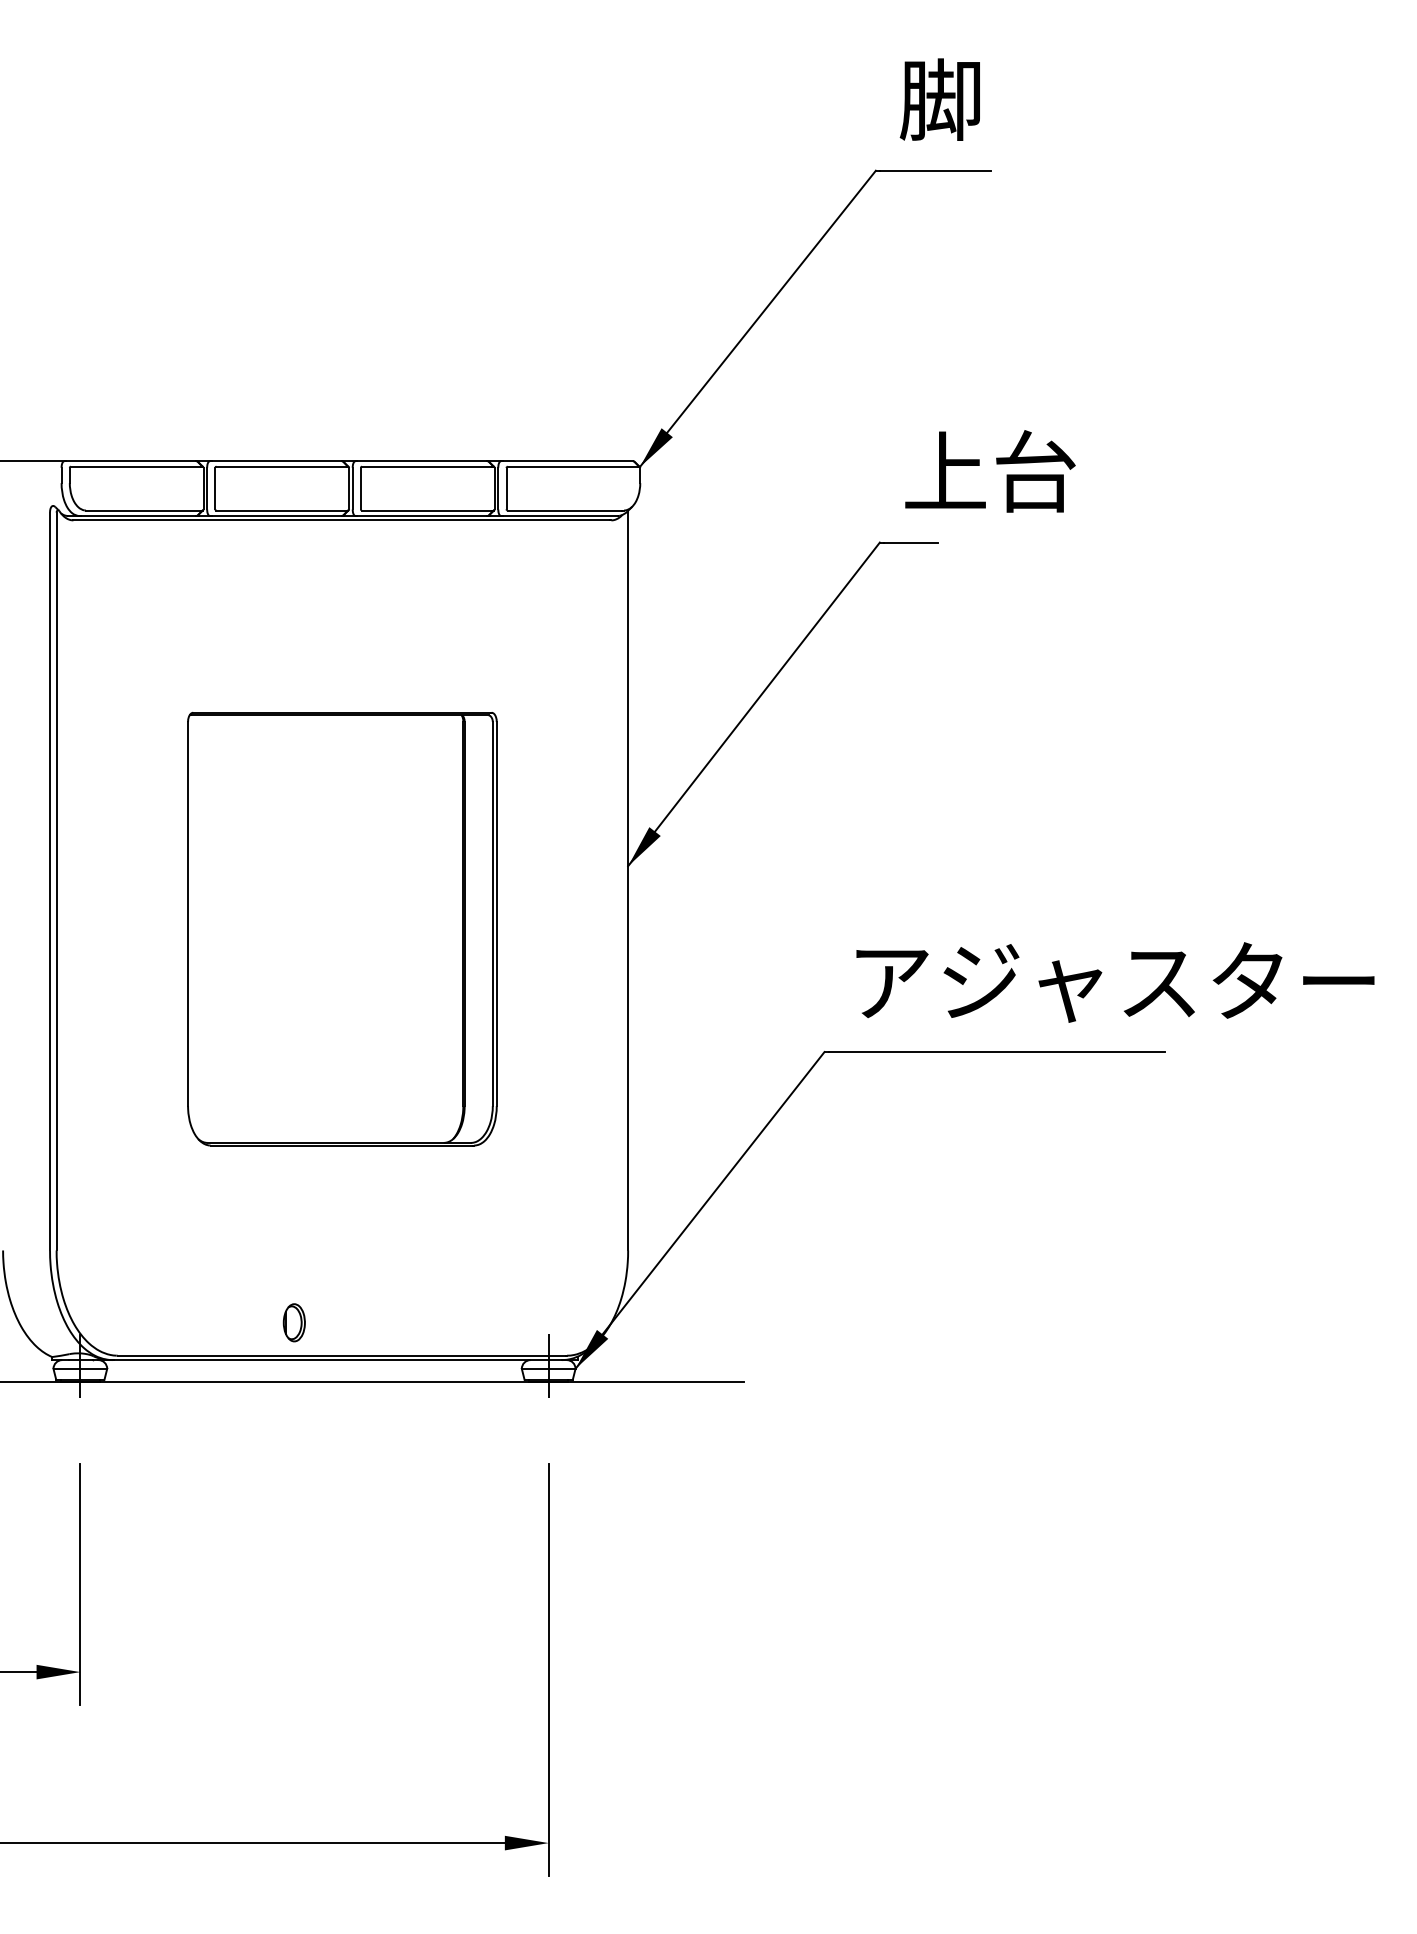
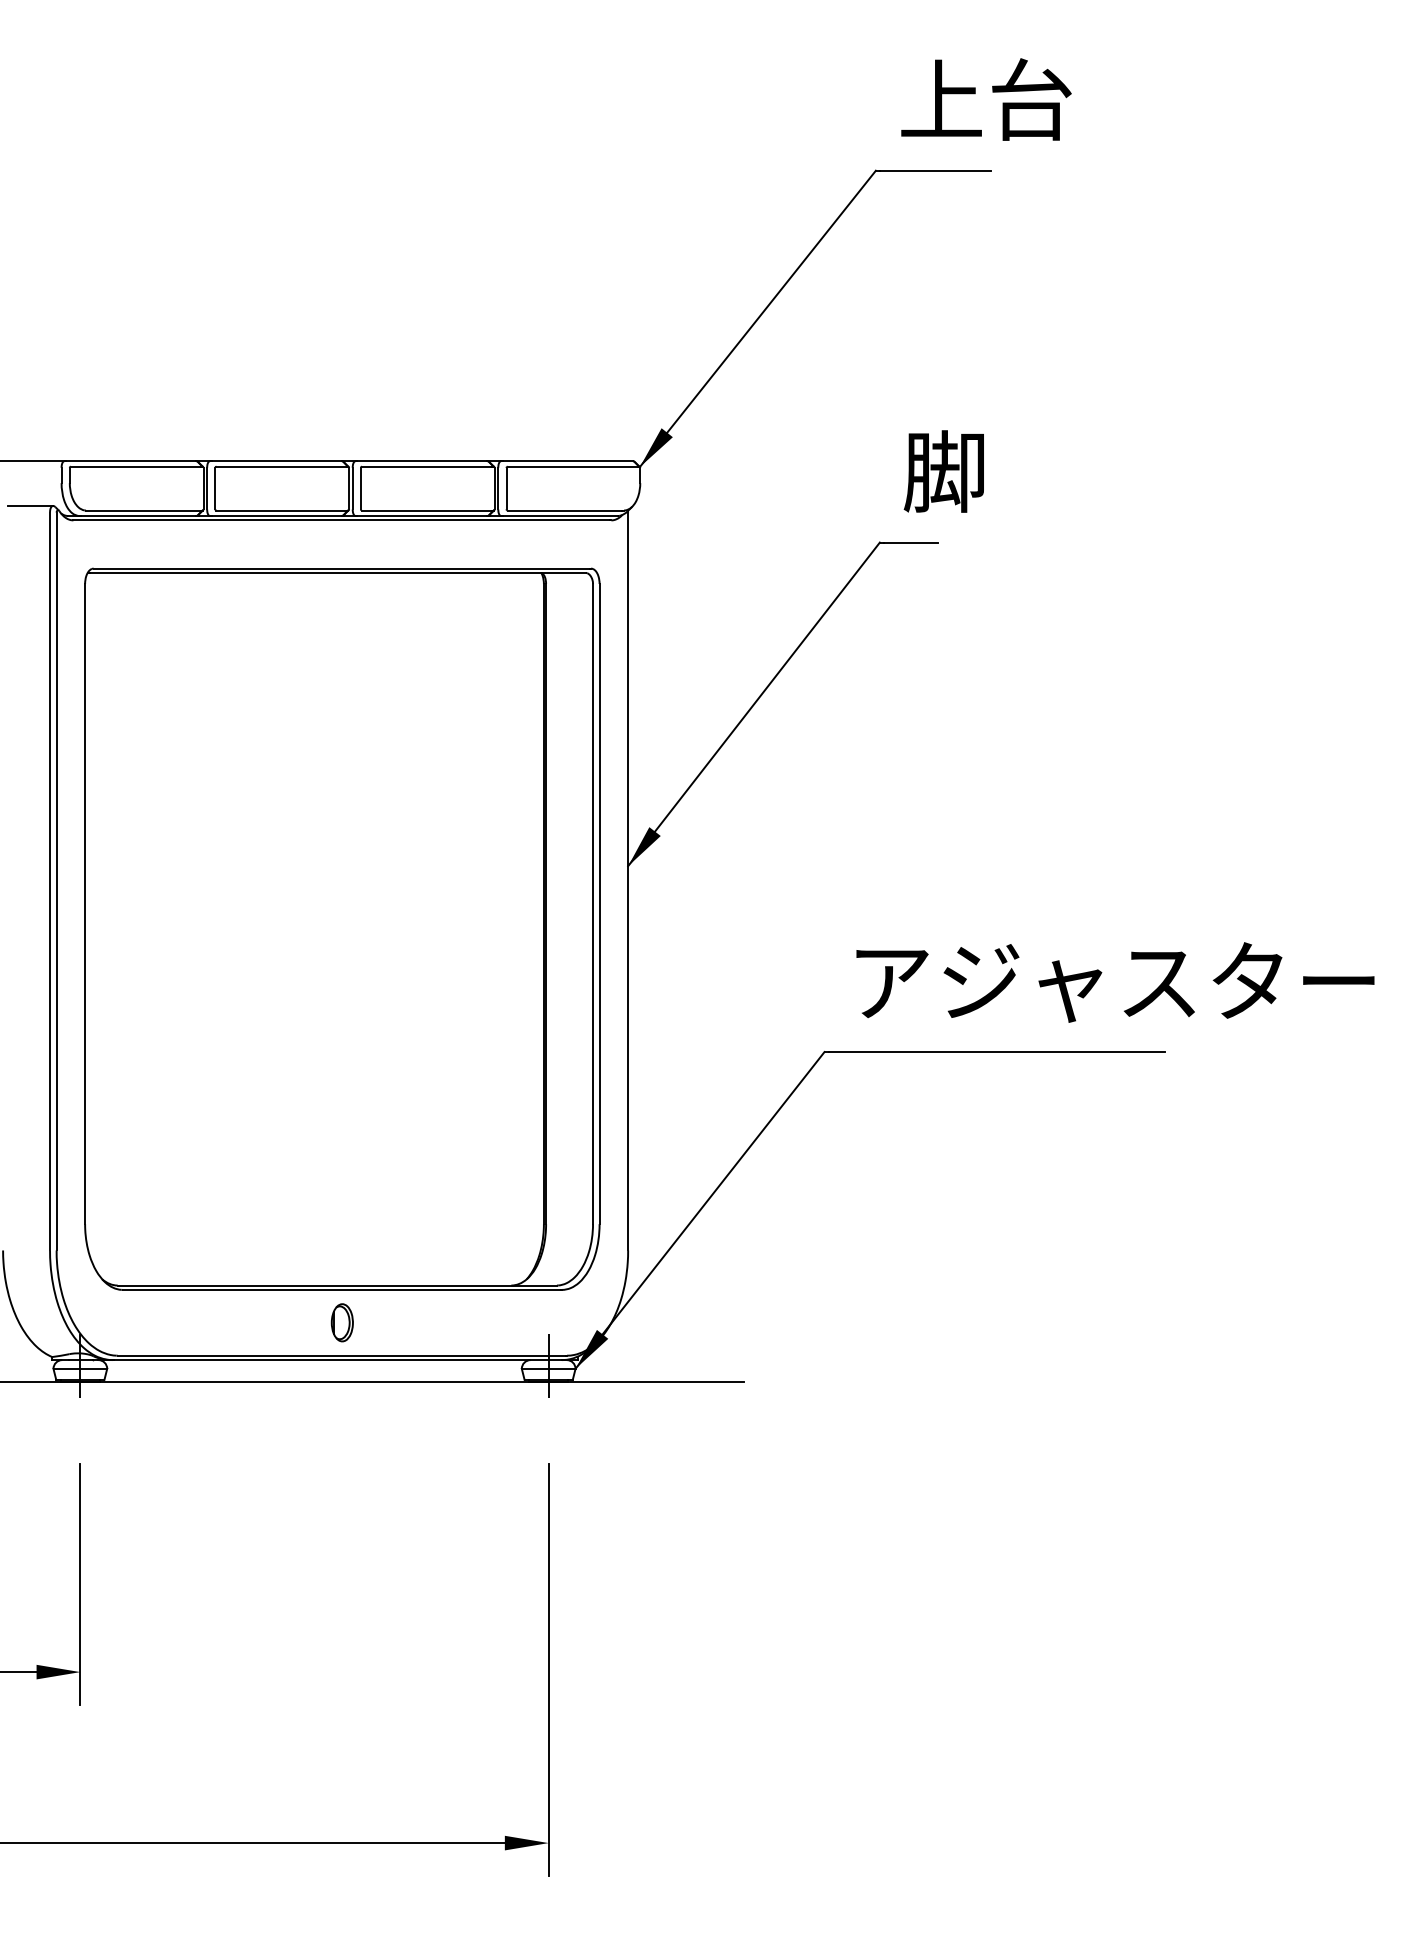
text at (985, 99): 脚 -> 上台
text at (989, 471): 上台 -> 脚
line at (30, 505): none -> present
part at (342, 929) size: 311x435 px -> 517x724 px
part at (293, 1322) position: (293, 1322) -> (341, 1322)
